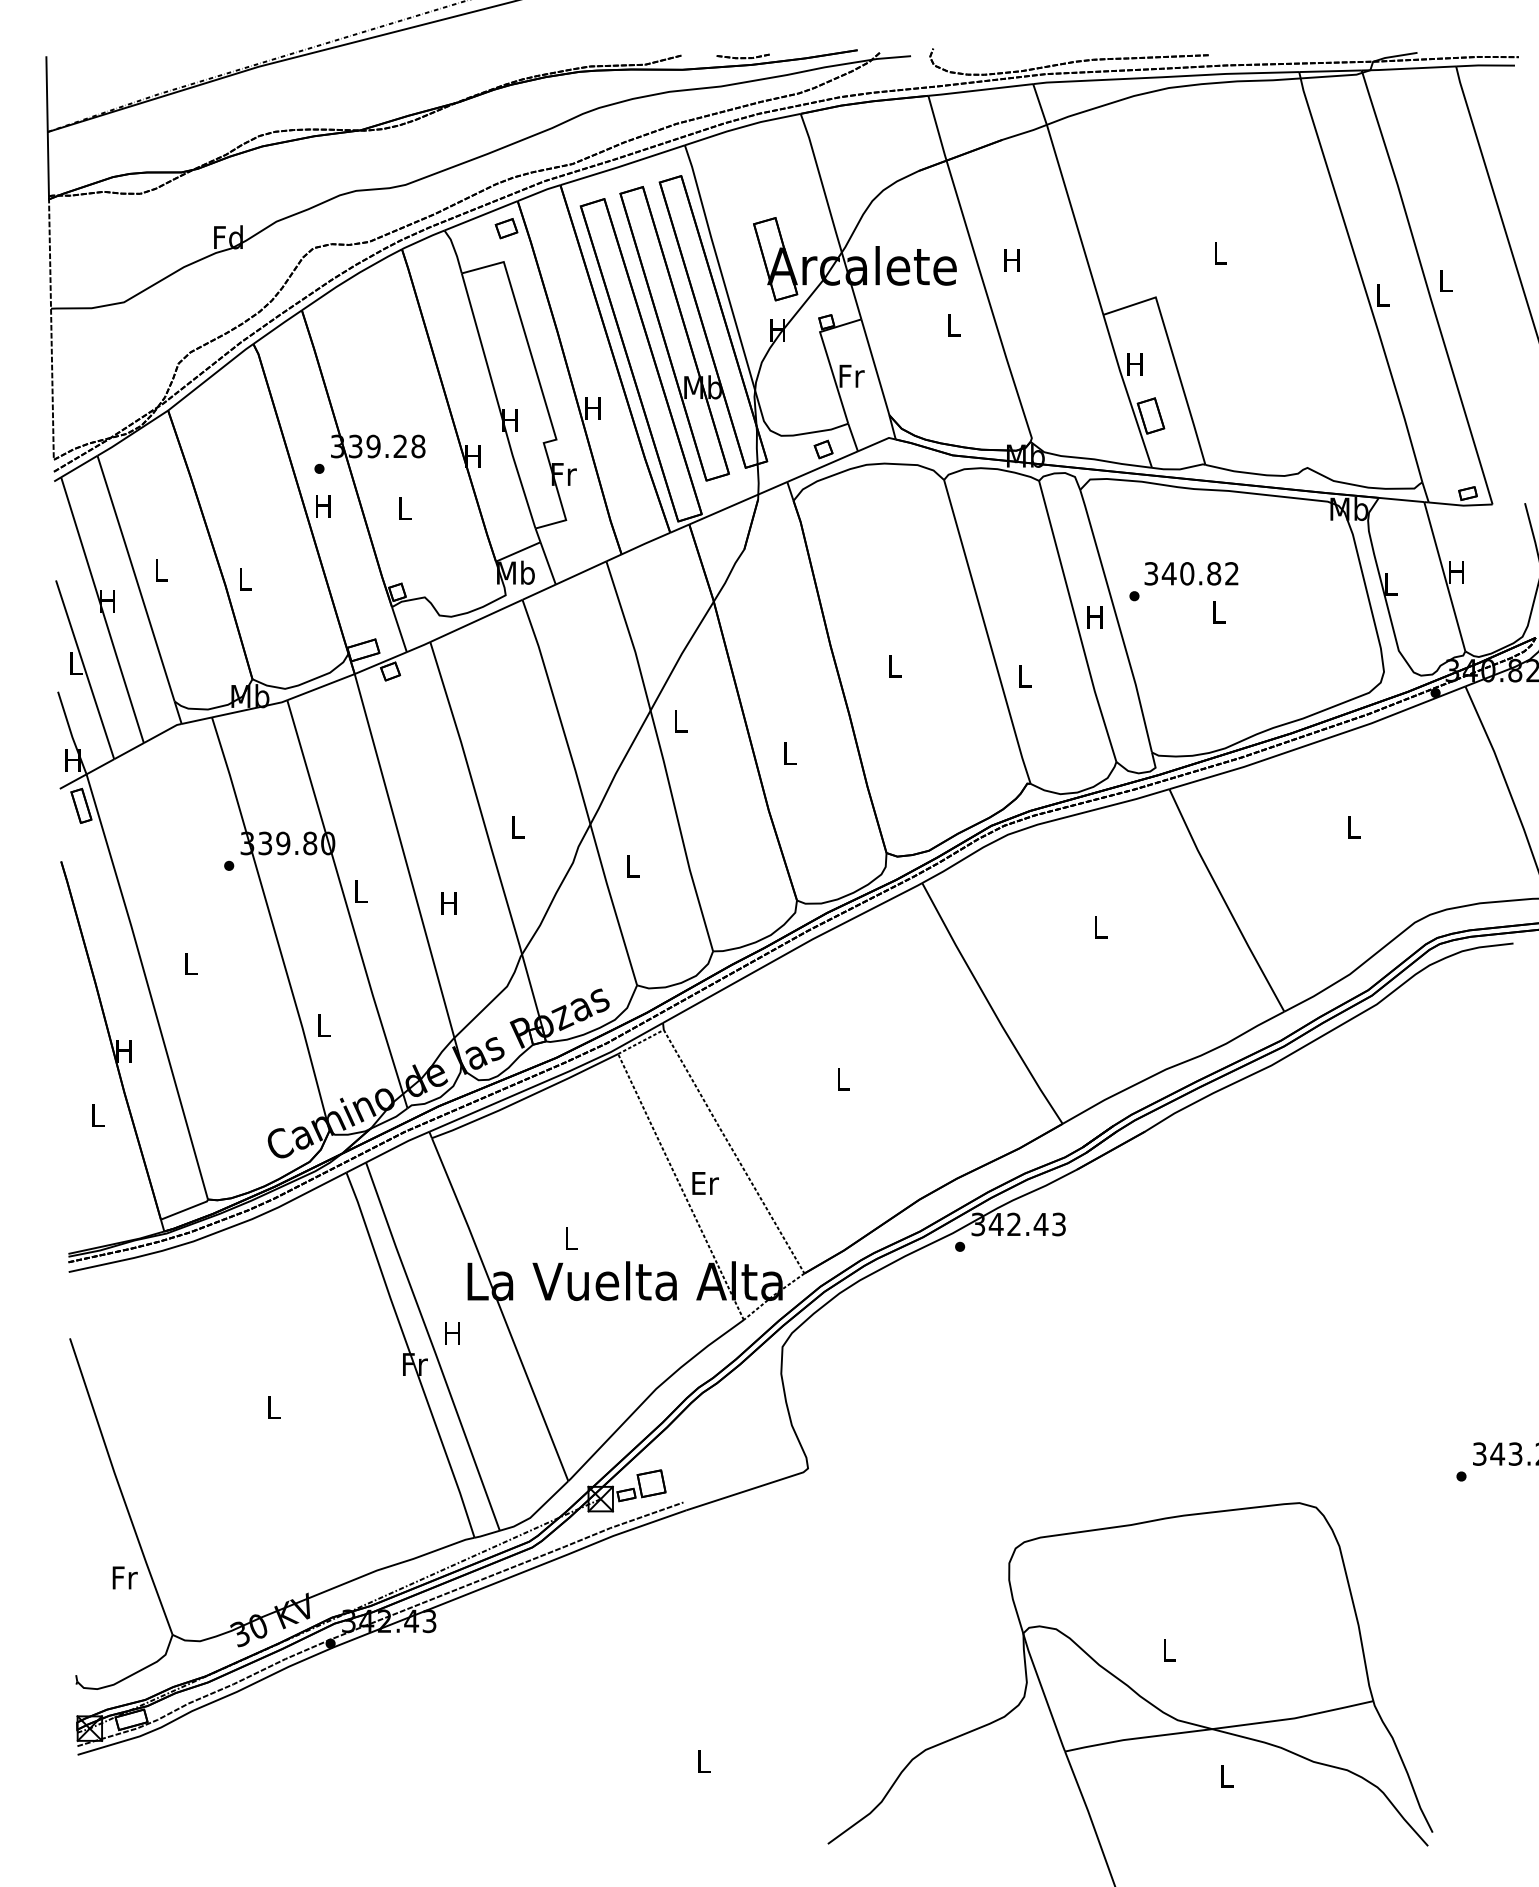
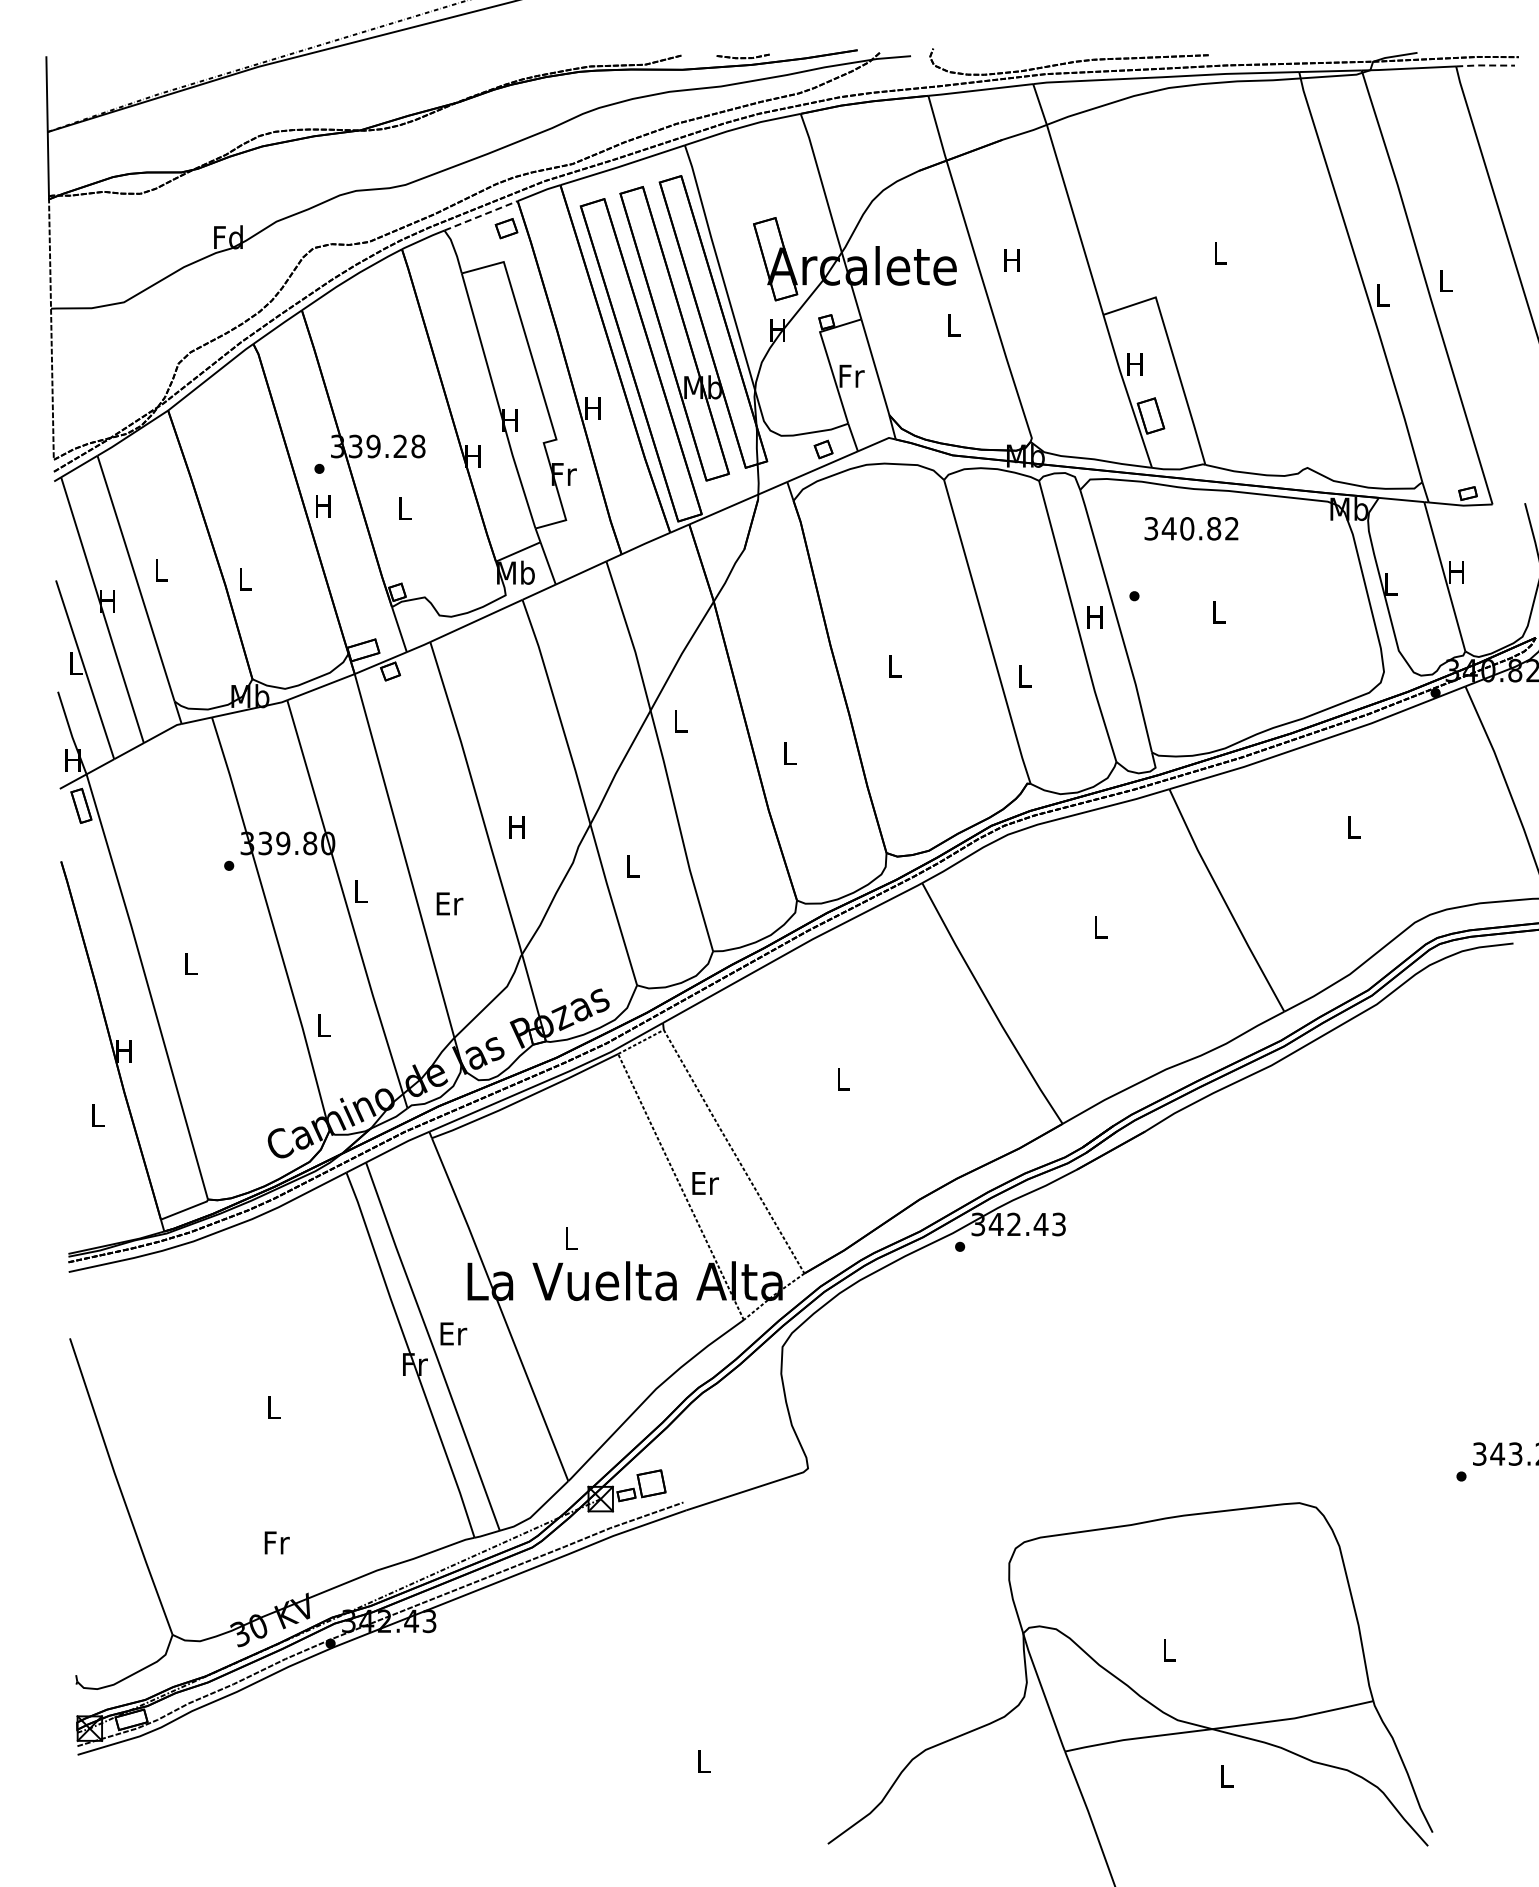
line at (1485, 65): solid -> dashed
line at (481, 215): solid -> dashed
text at (1191, 573) position: (1191, 573) -> (1191, 528)
text at (516, 827): L -> H
text at (449, 903): H -> Er
text at (453, 1333): H -> Er
text at (124, 1577) position: (124, 1577) -> (276, 1542)
